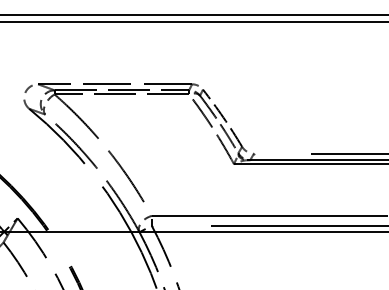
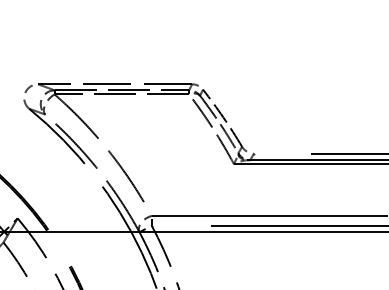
line at (193, 15): present -> none
line at (193, 22): present -> none
